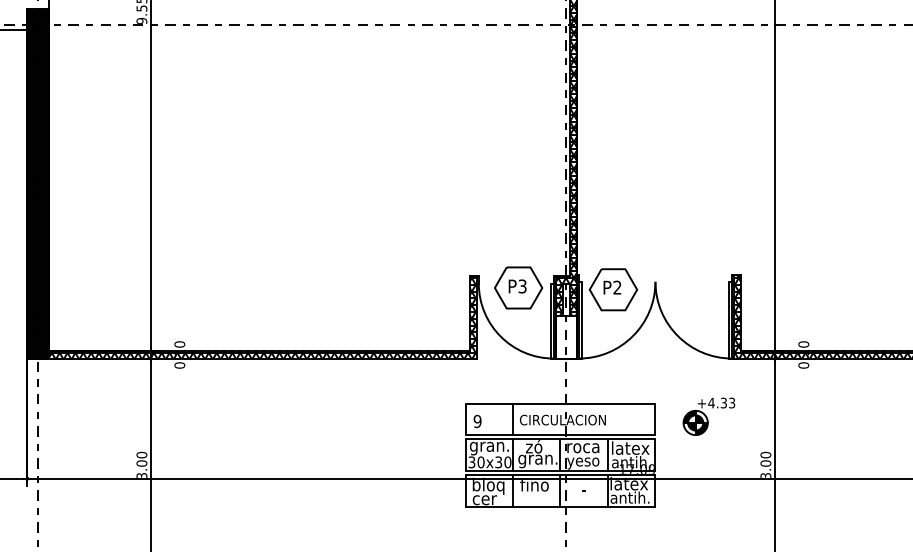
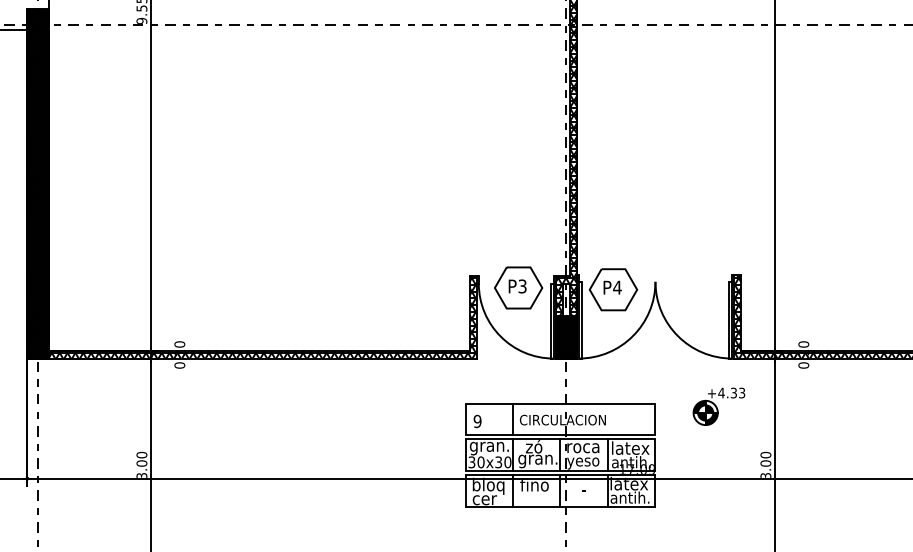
text at (617, 287): P2 -> P4
hatch at (565, 336): none -> present
part at (708, 416) position: (708, 416) -> (718, 406)
